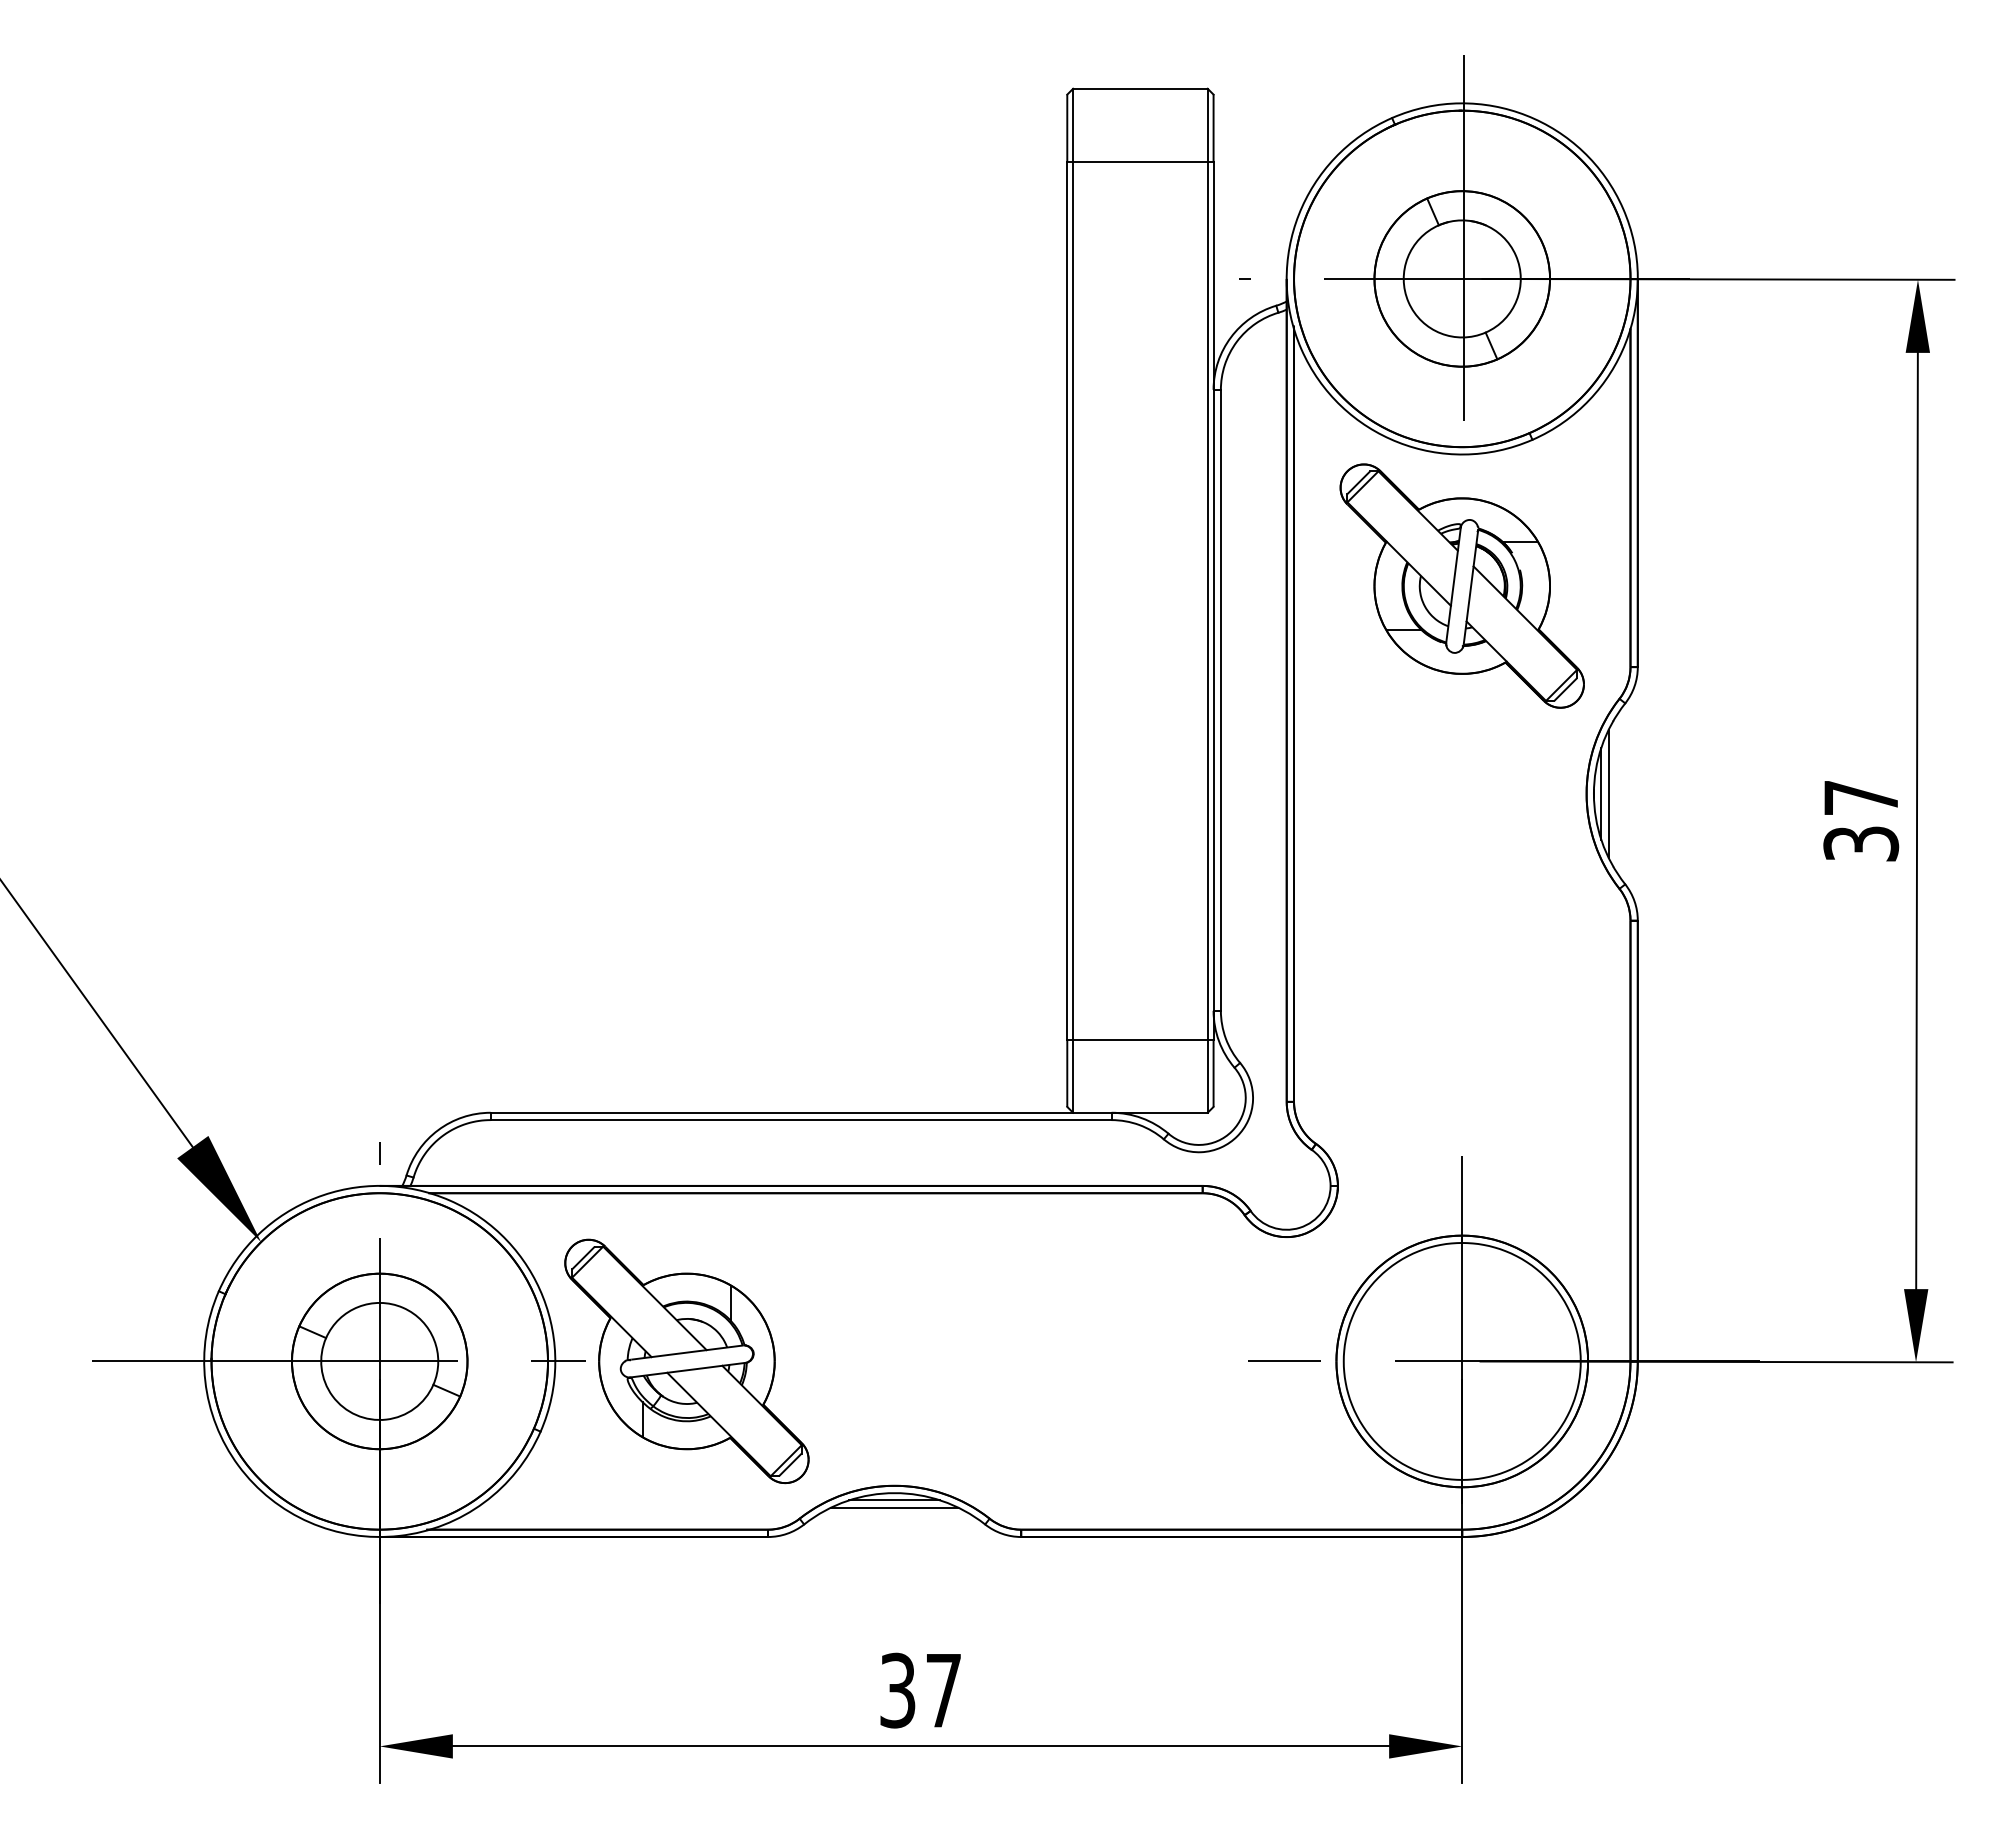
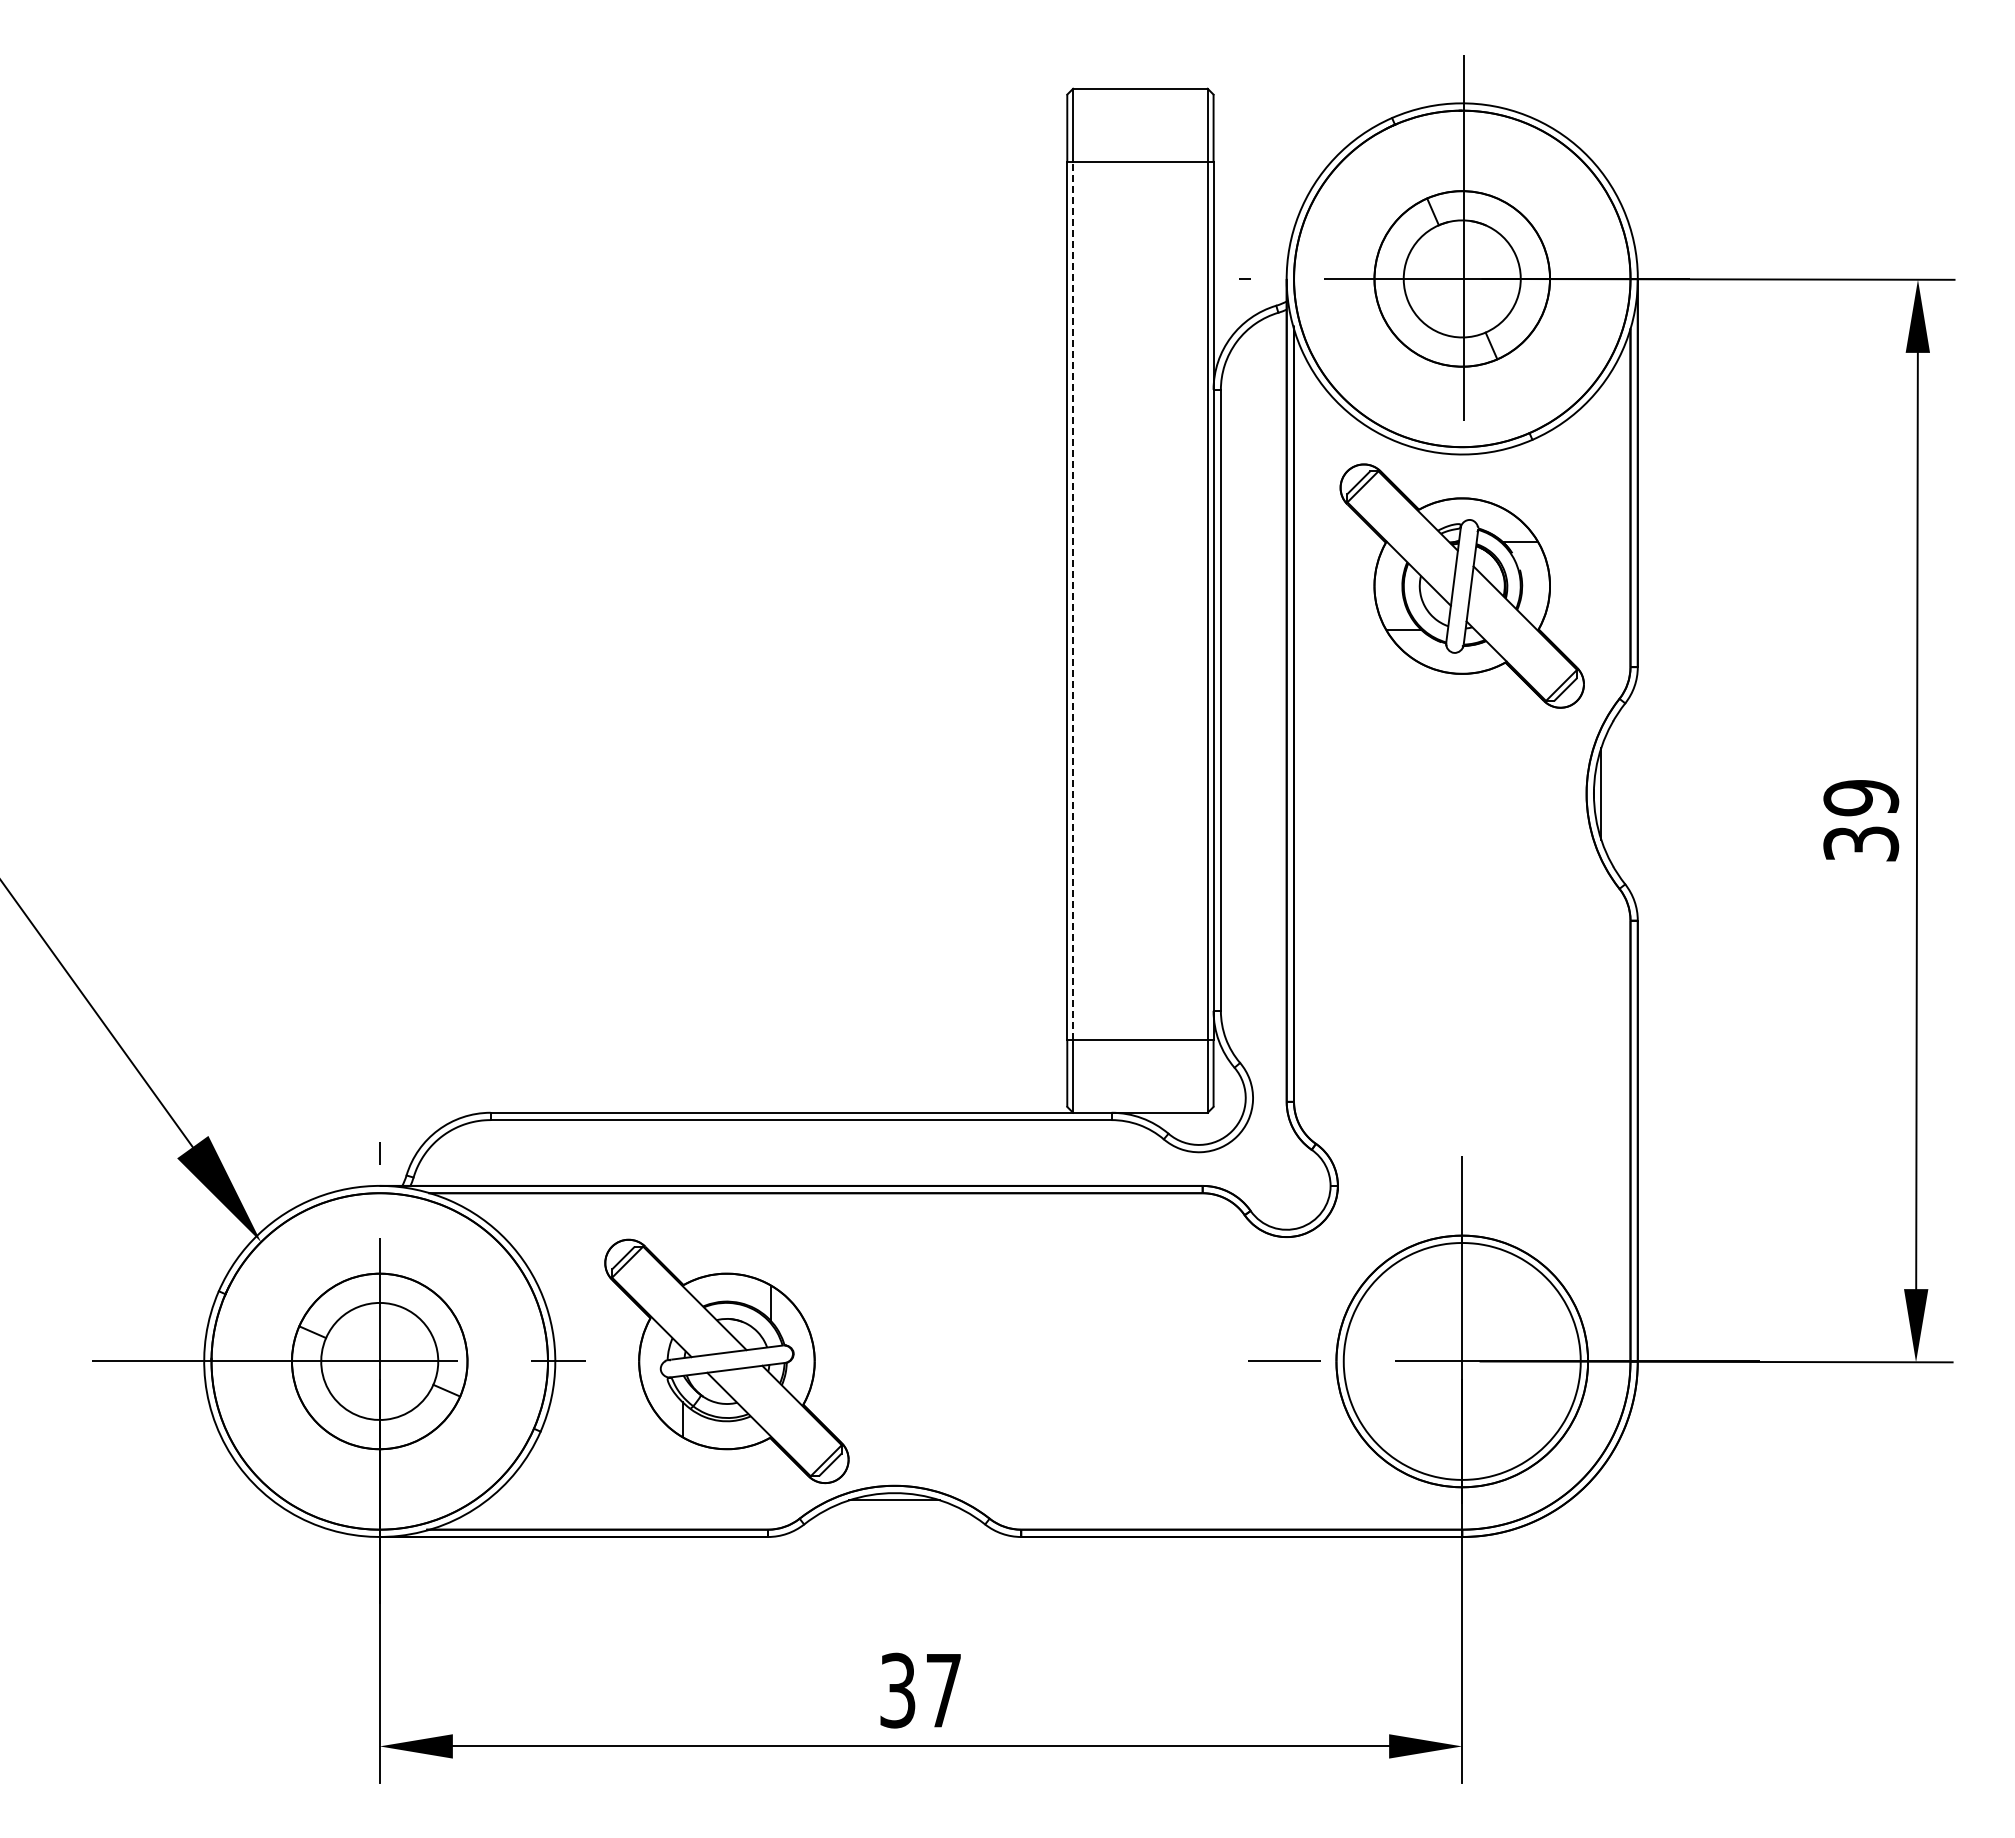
line at (1073, 600): solid -> dashed
line at (1608, 793): present -> none
text at (1861, 798): 37 -> 39
part at (686, 1361) position: (686, 1361) -> (726, 1361)
line at (894, 1507): present -> none
